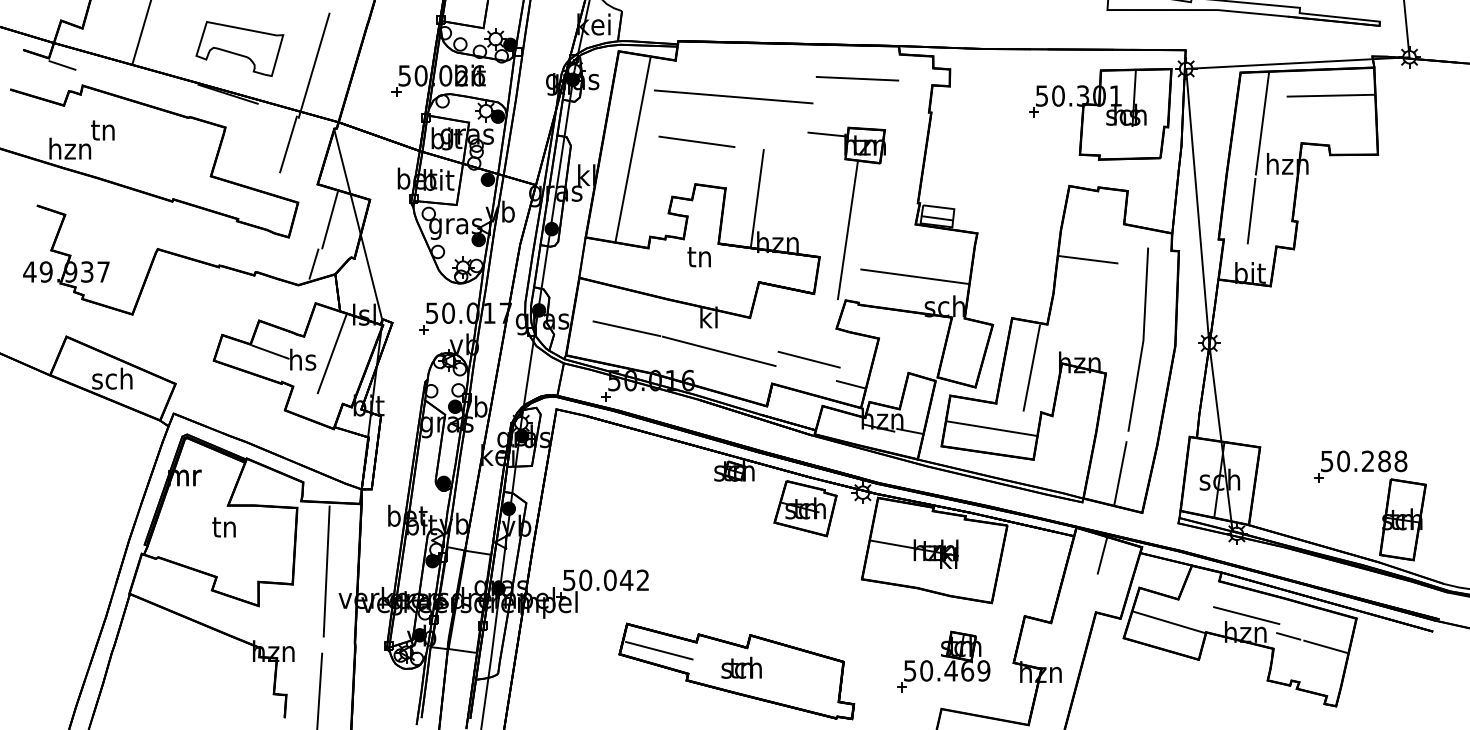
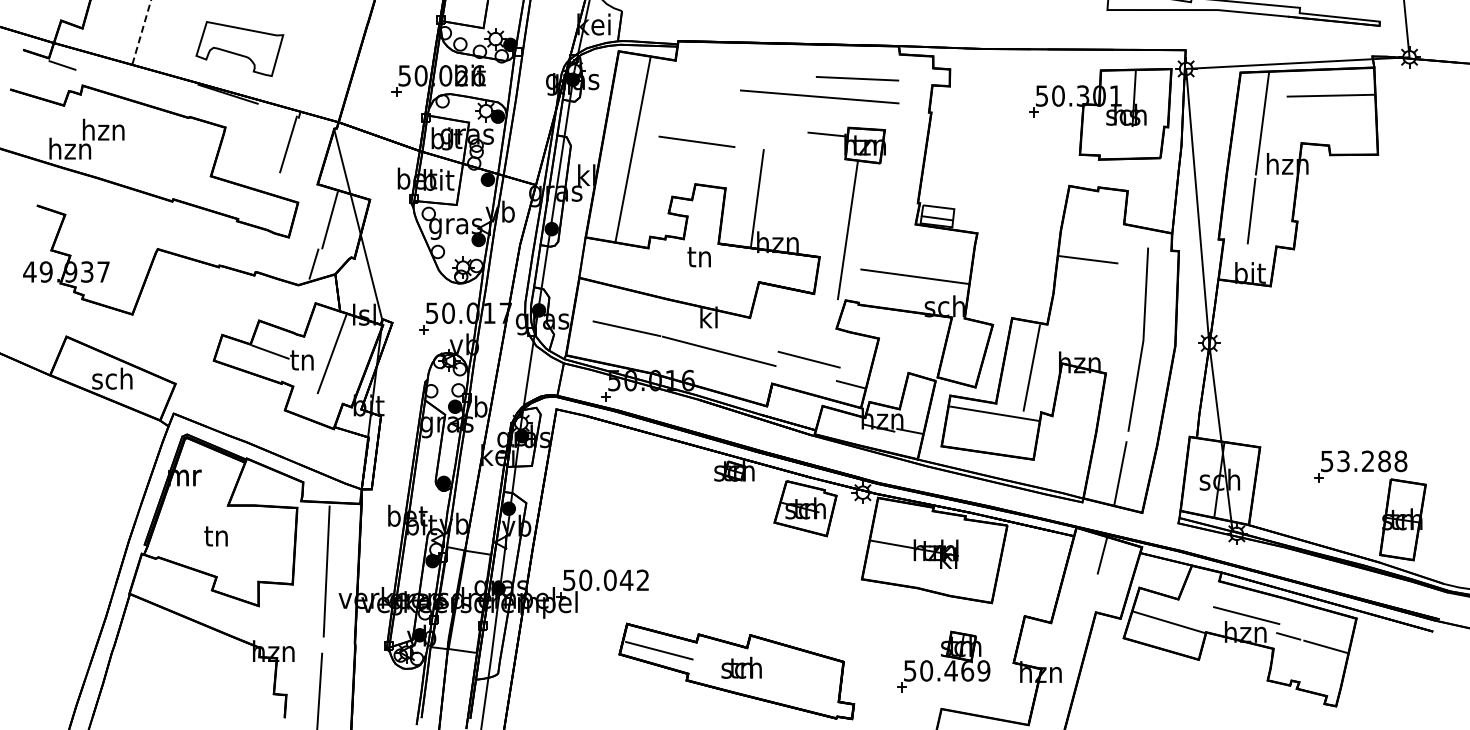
line at (141, 31): solid -> dashed
line at (314, 62): present -> none
line at (733, 96) position: (733, 96) -> (819, 96)
text at (103, 129): tn -> hzn
text at (303, 359): hs -> tn
line at (992, 428) position: (992, 428) -> (994, 413)
text at (1343, 461): 50.288 -> 53.288
text at (223, 527) position: (223, 527) -> (215, 536)
